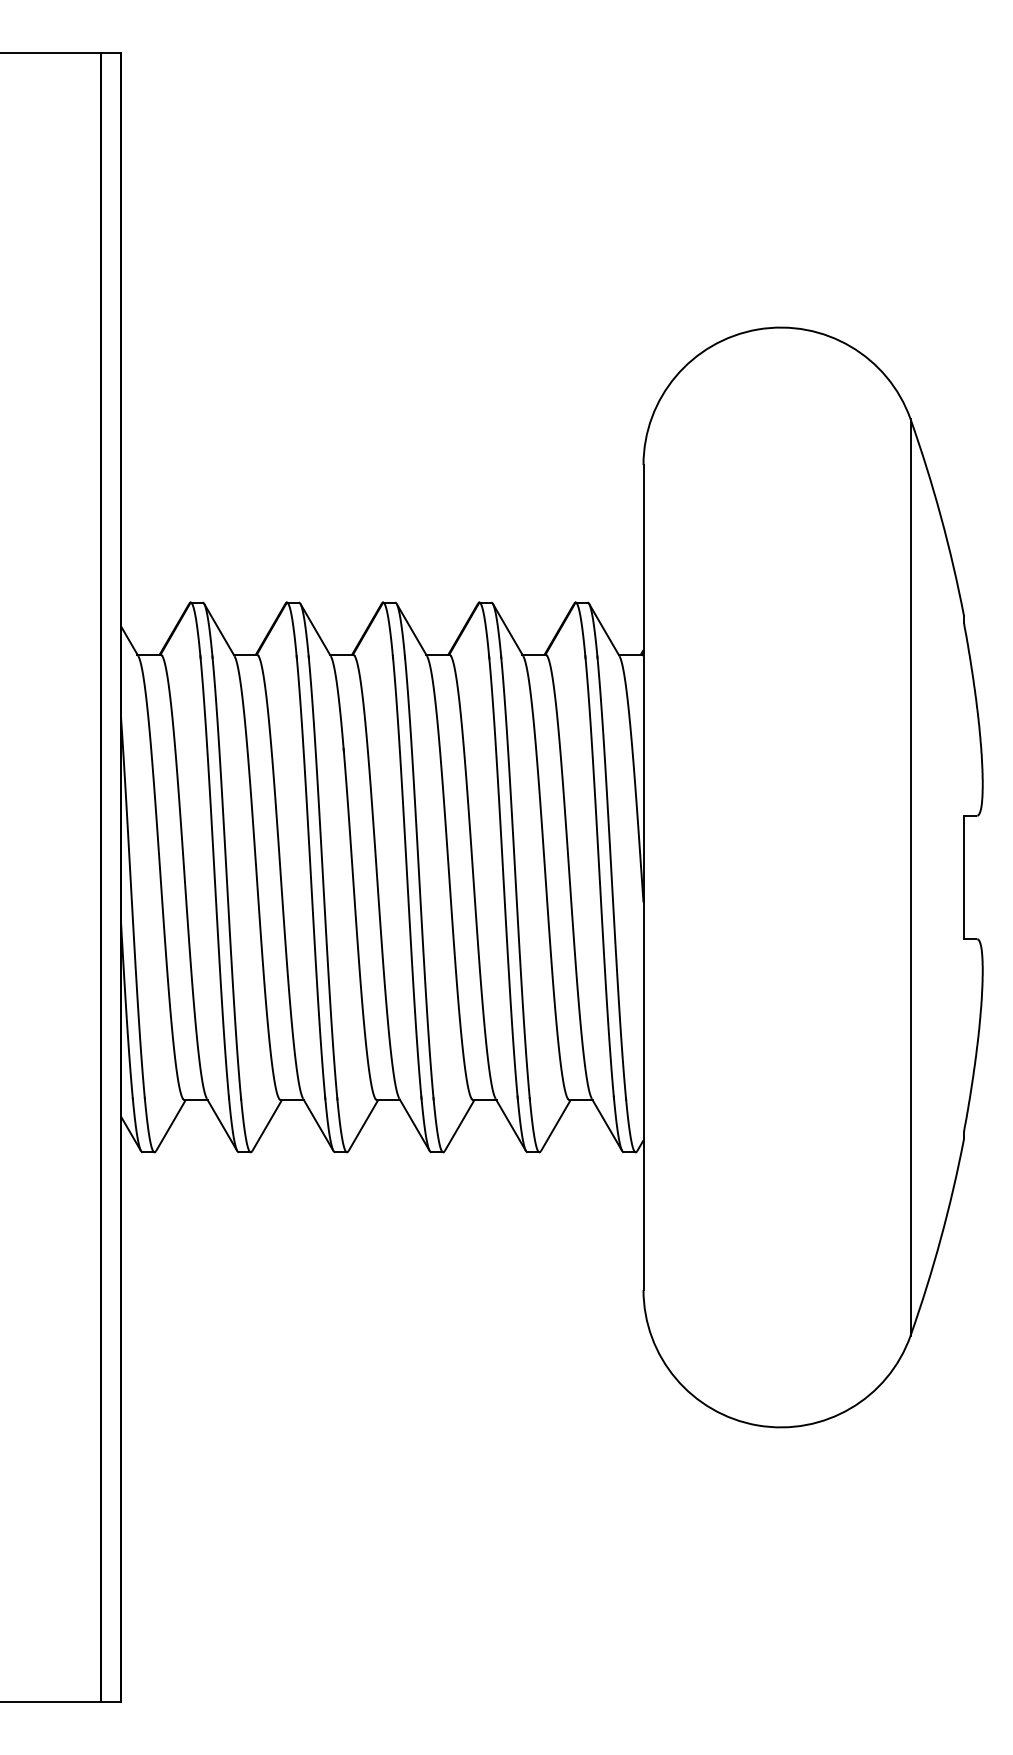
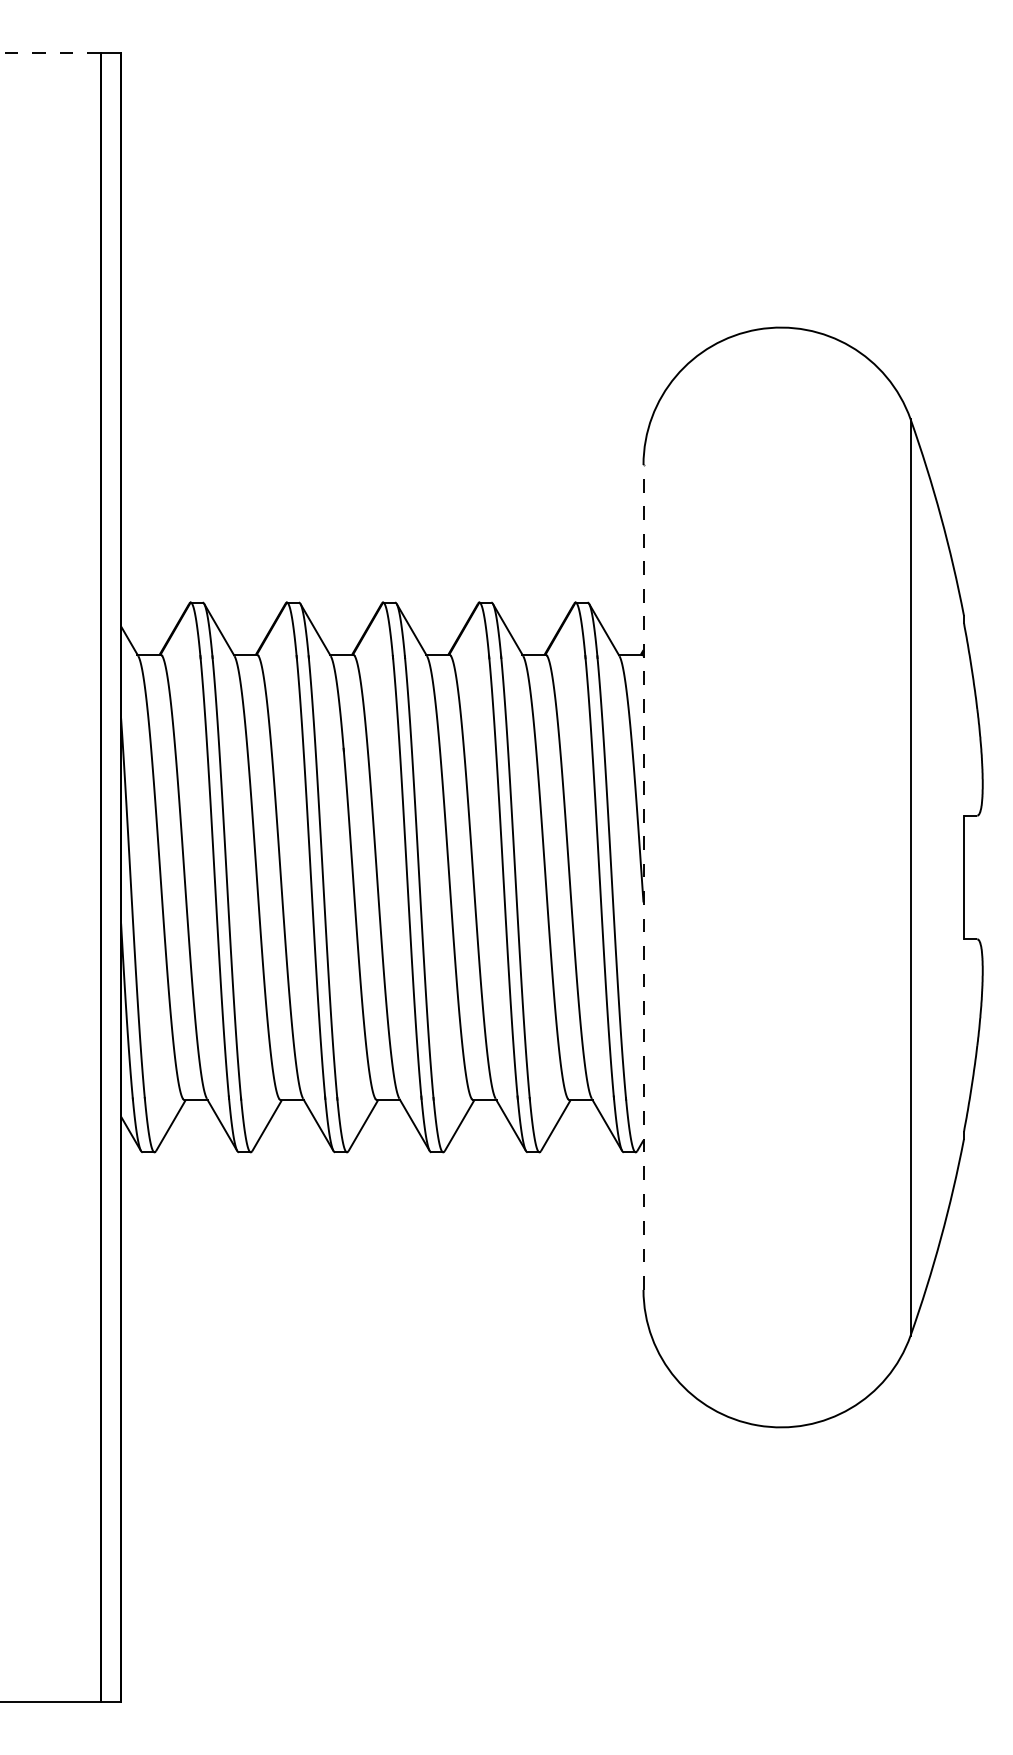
line at (50, 52): solid -> dashed
line at (643, 877): solid -> dashed
